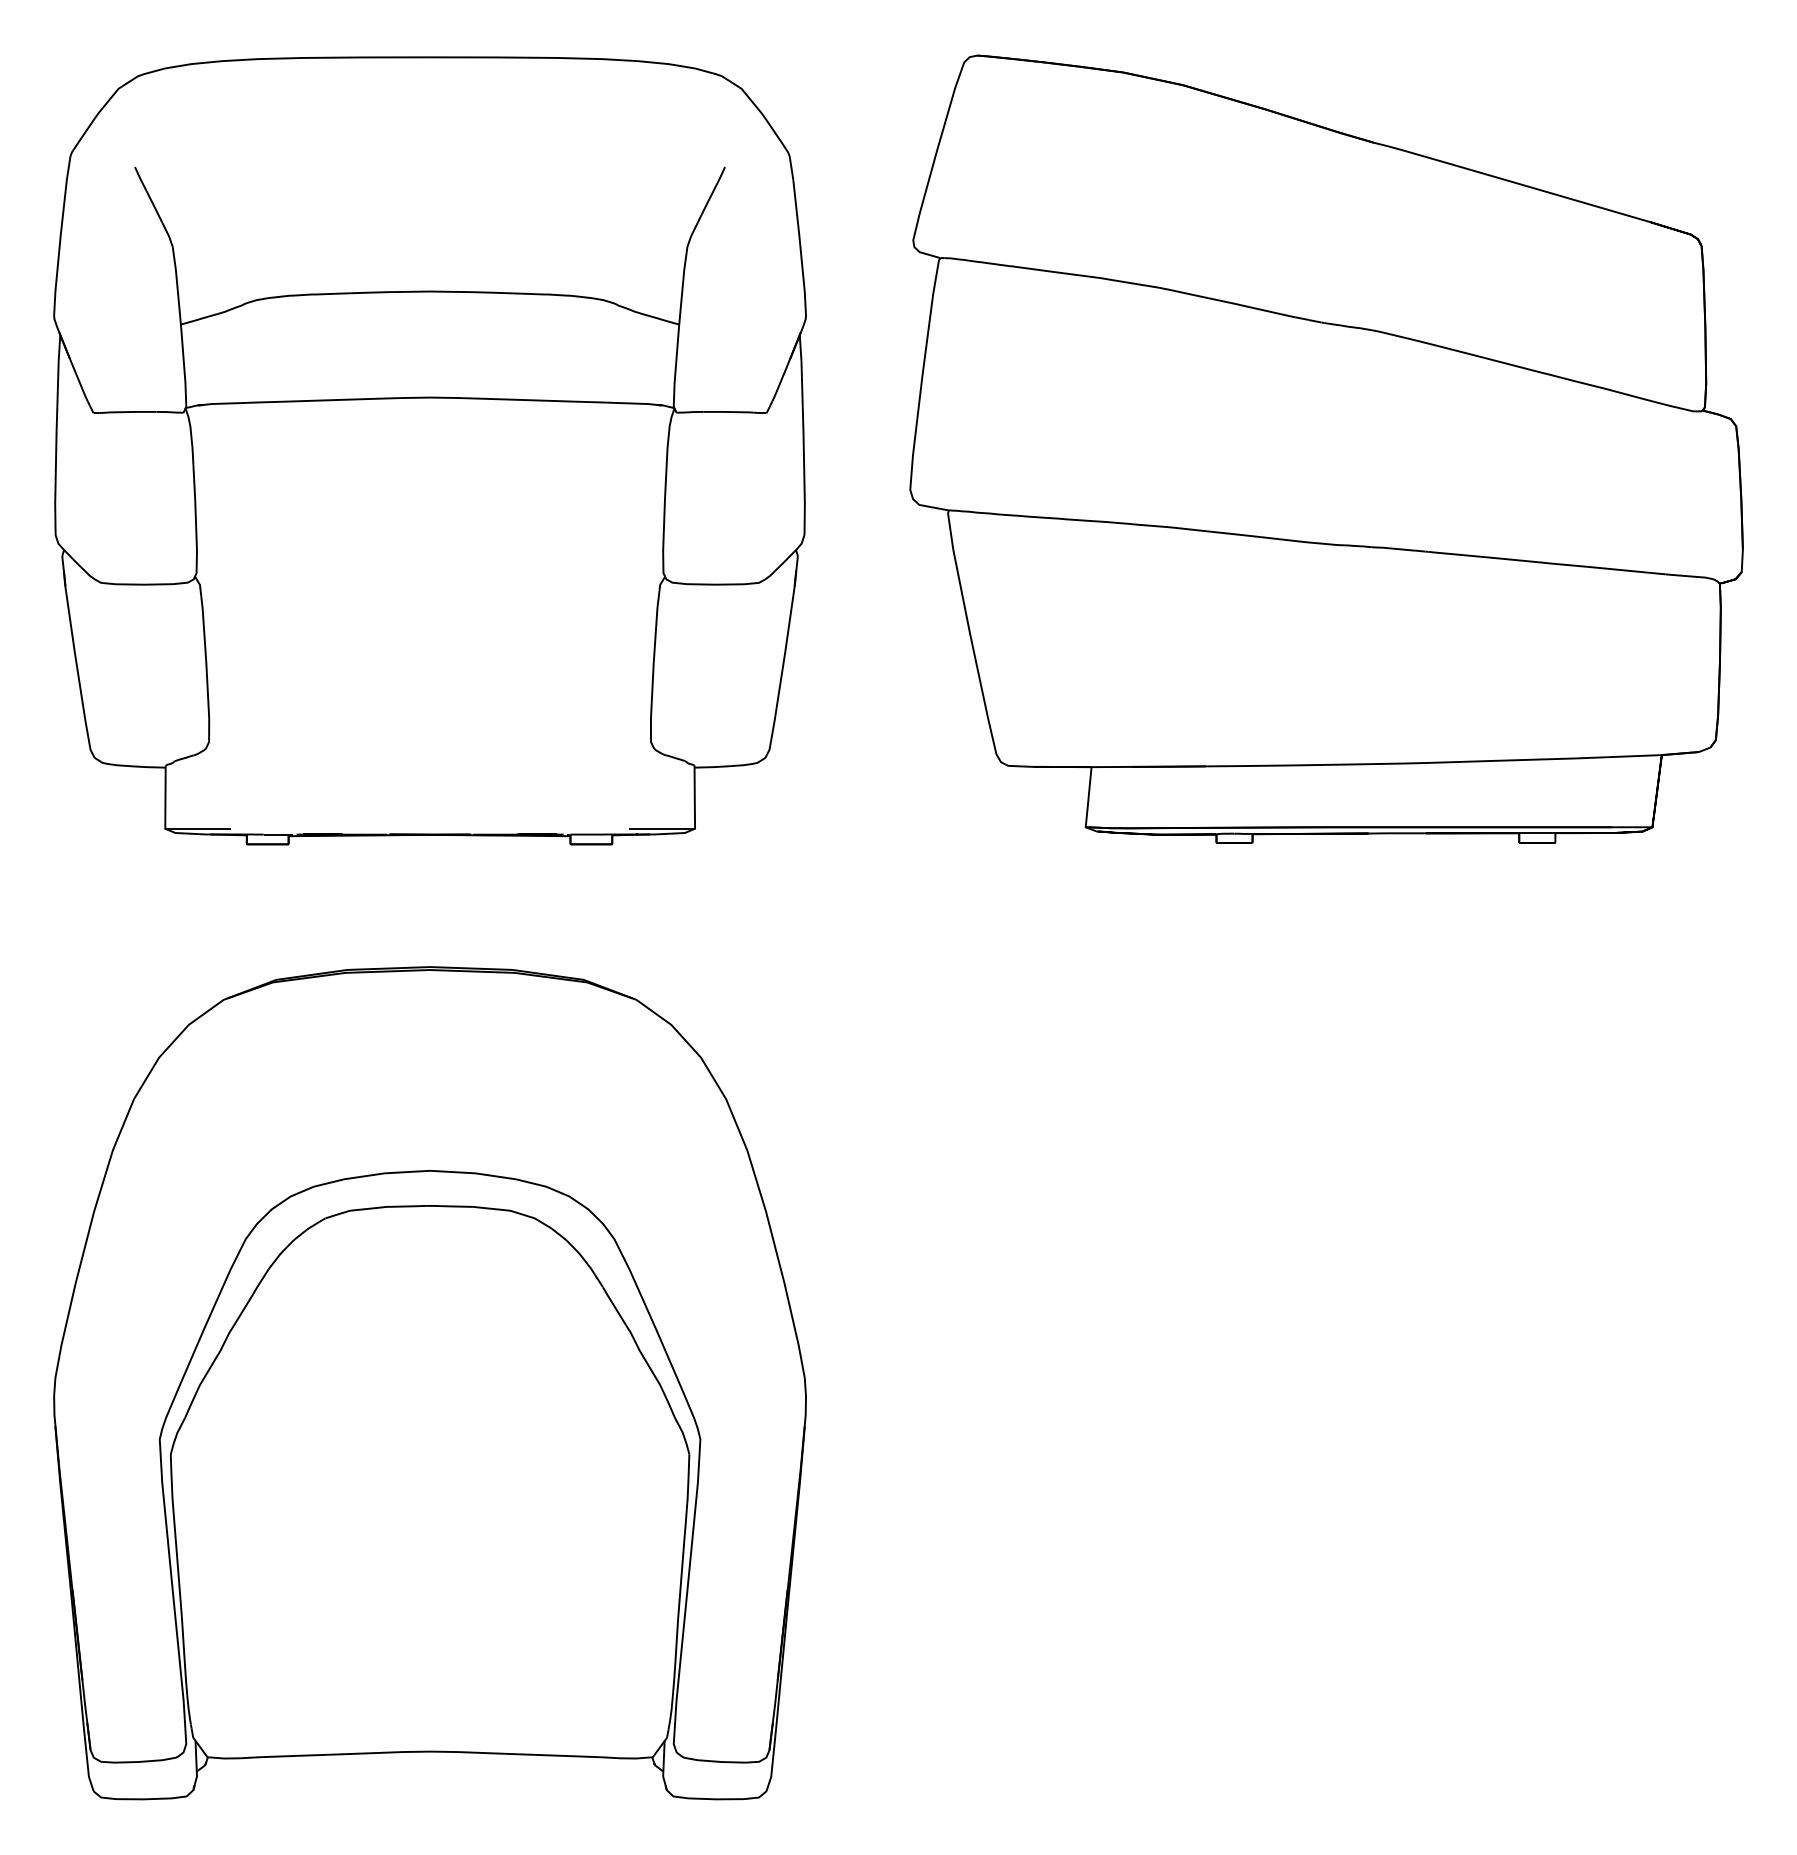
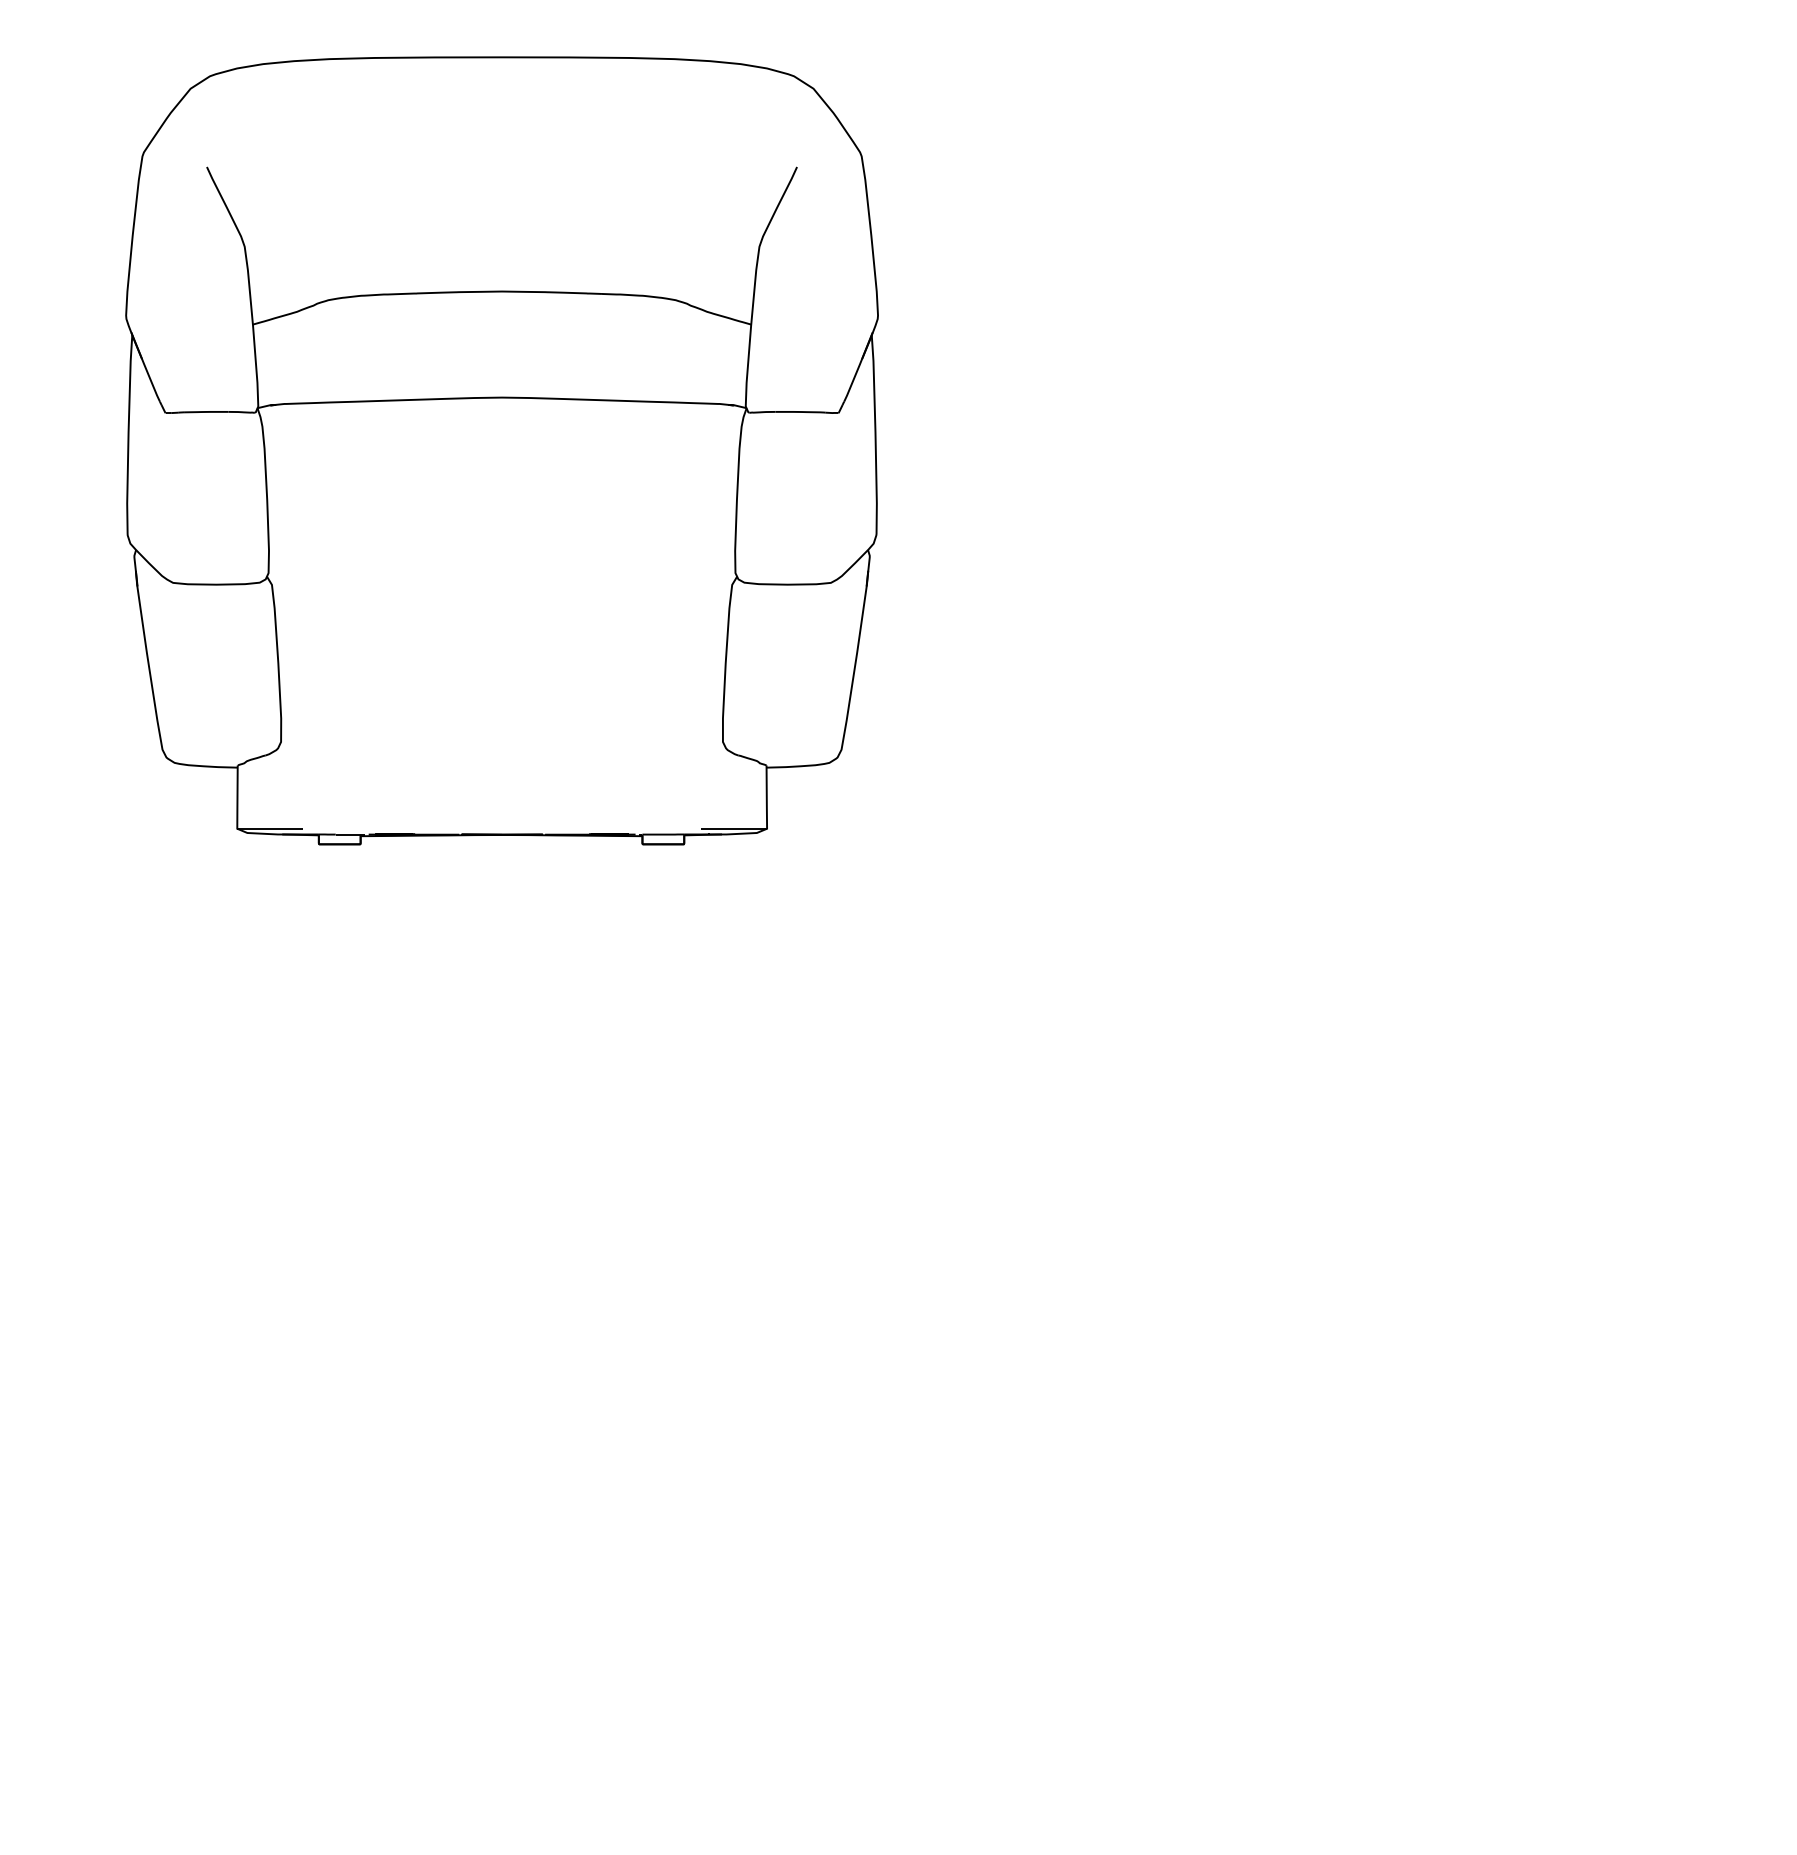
part at (1326, 448): present -> none
part at (429, 450) position: (429, 450) -> (501, 450)
part at (429, 1383): present -> none
